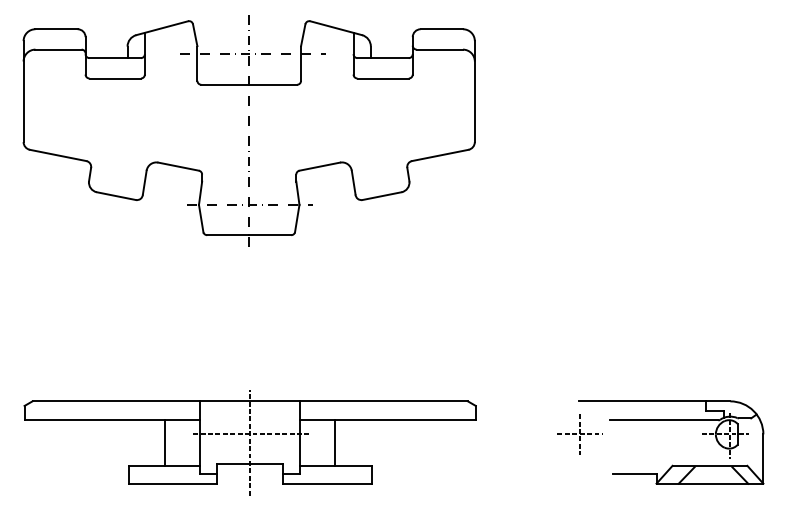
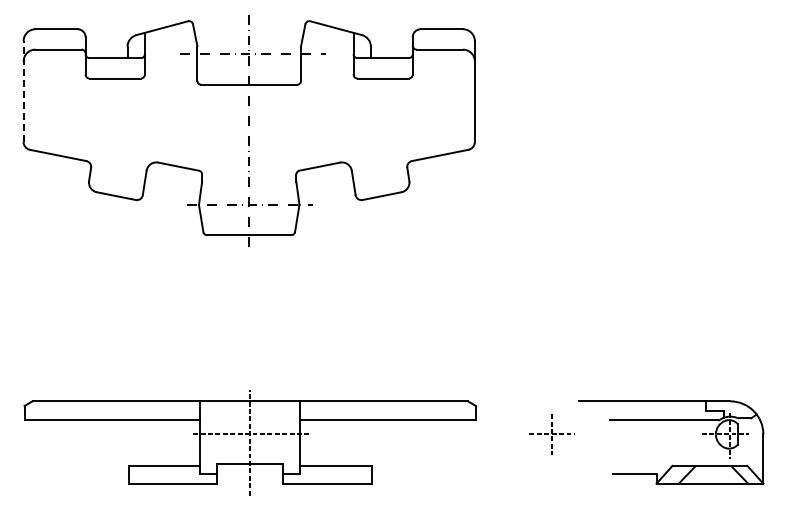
line at (23, 91): solid -> dashed
part at (579, 434) position: (579, 434) -> (551, 434)
line at (165, 442): present -> none
line at (335, 442): present -> none
